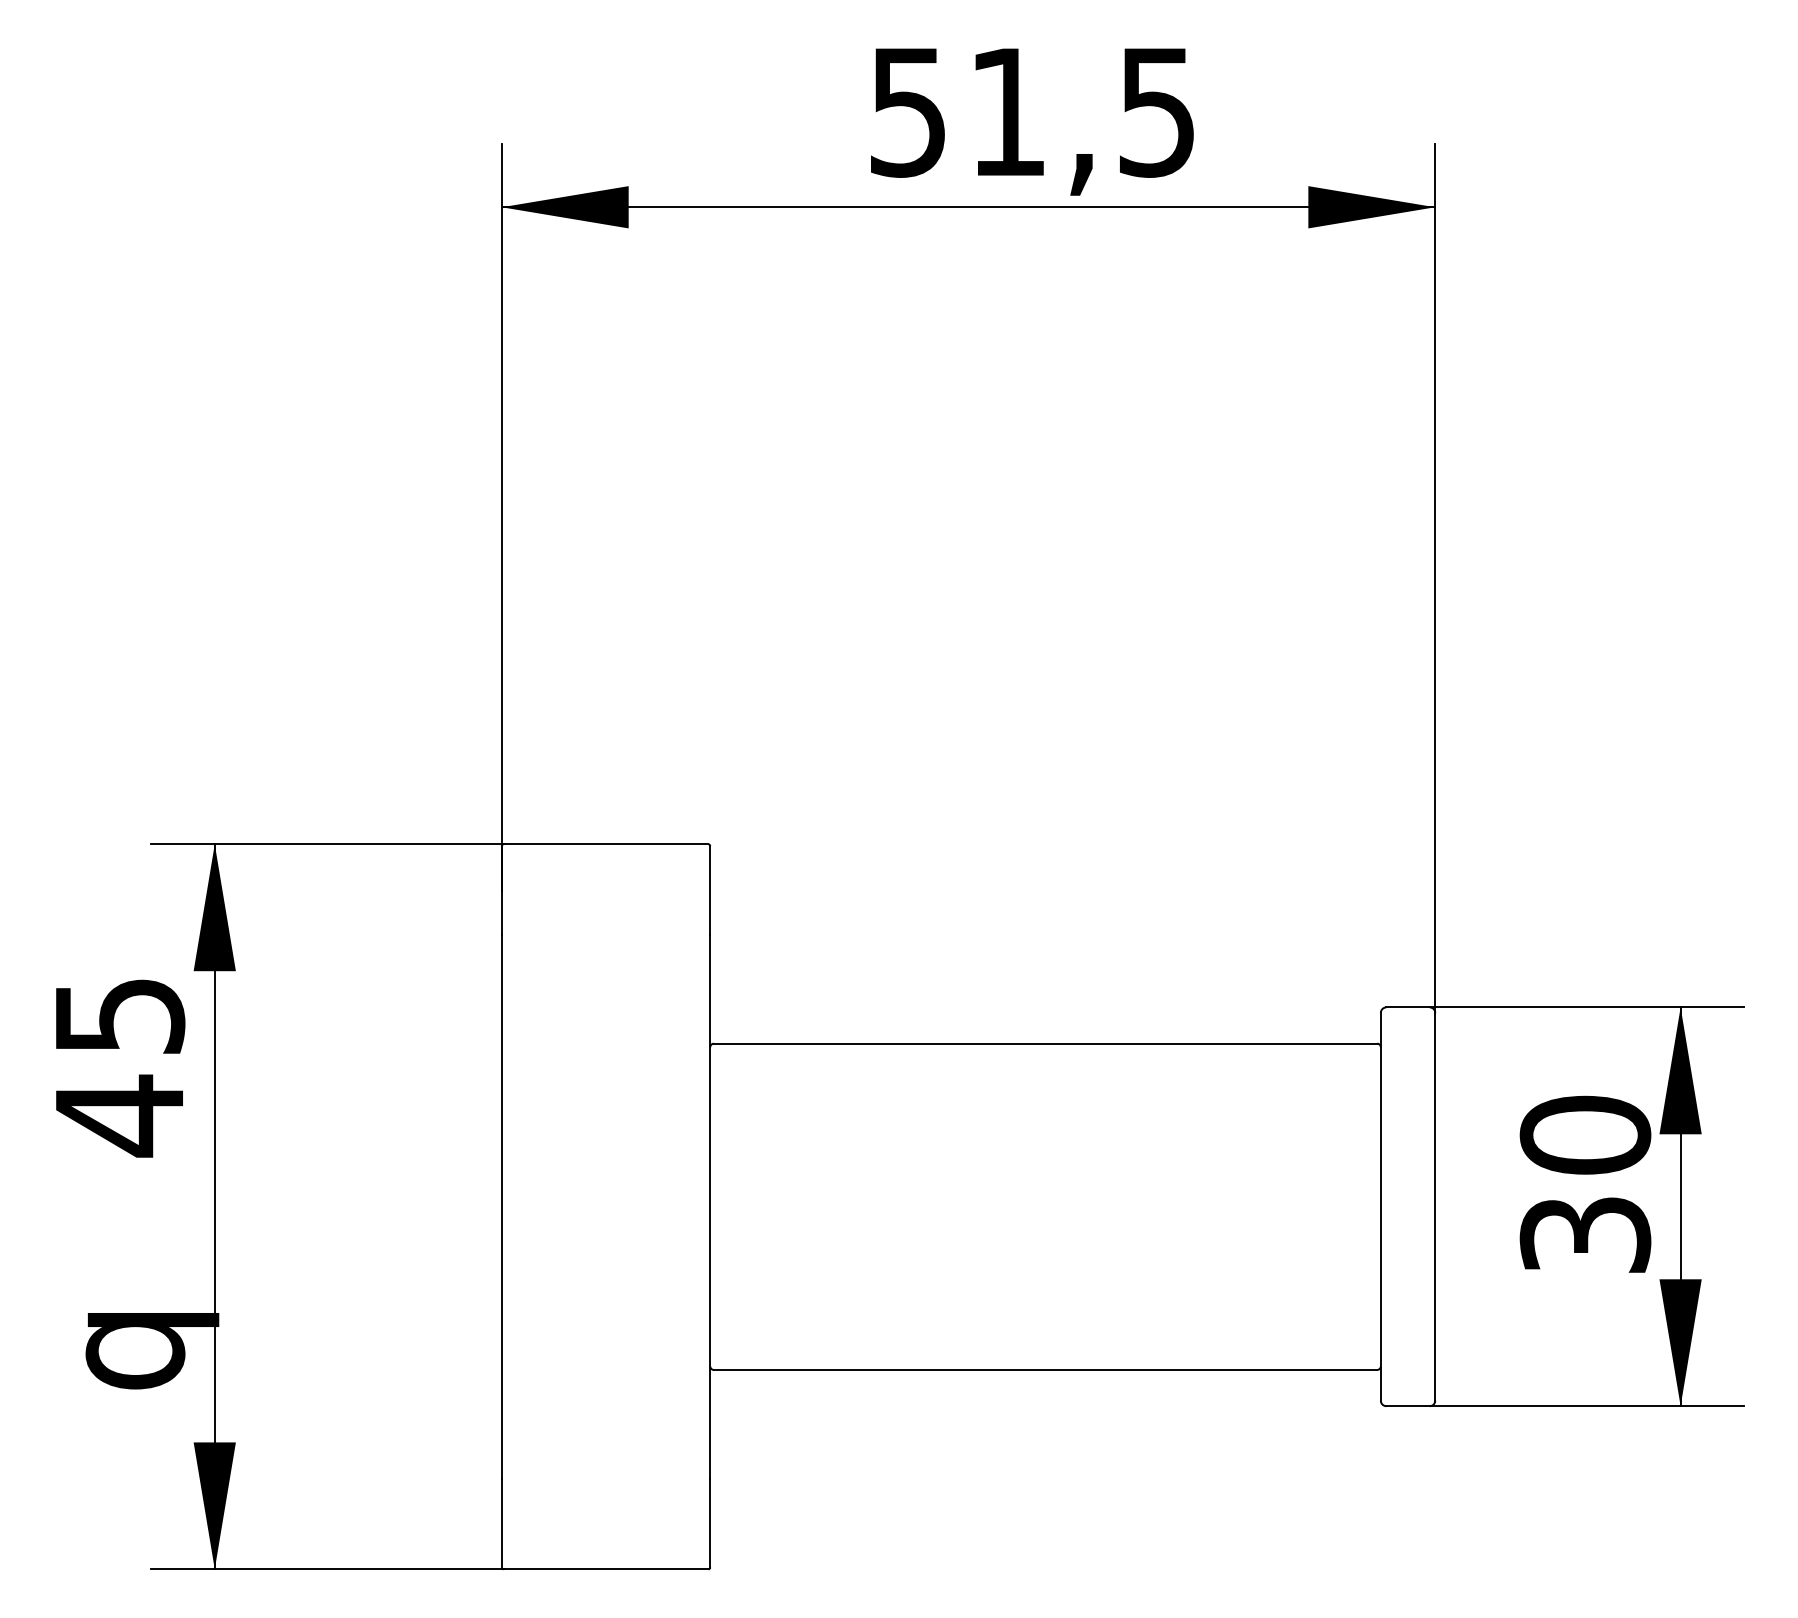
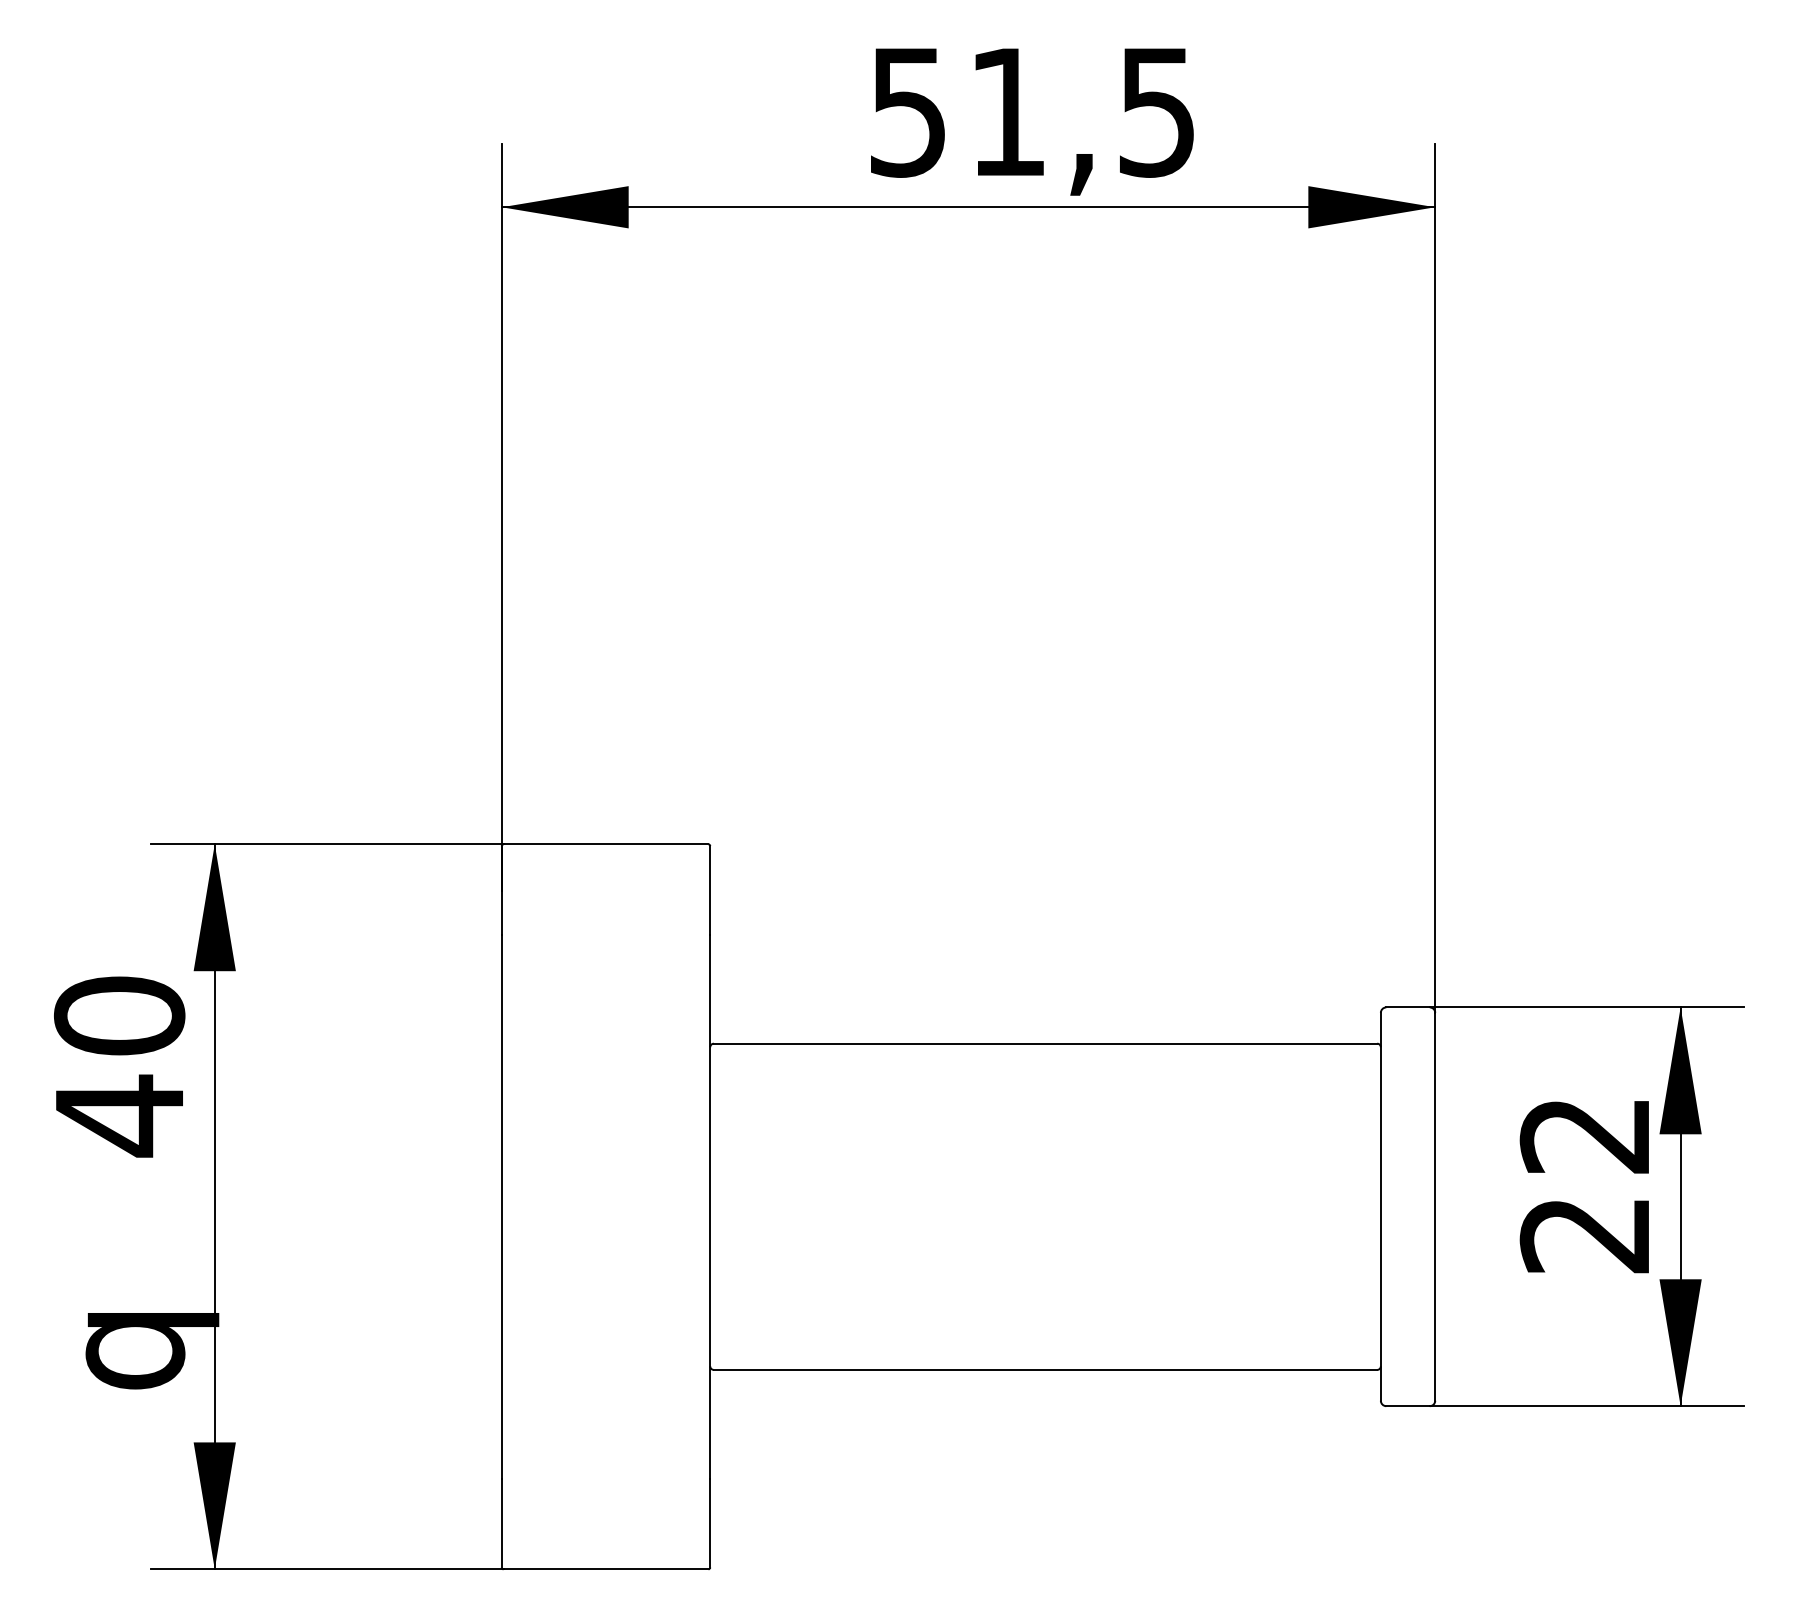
text at (119, 1015): 45 -> 40
text at (1585, 1184): 30 -> 22
